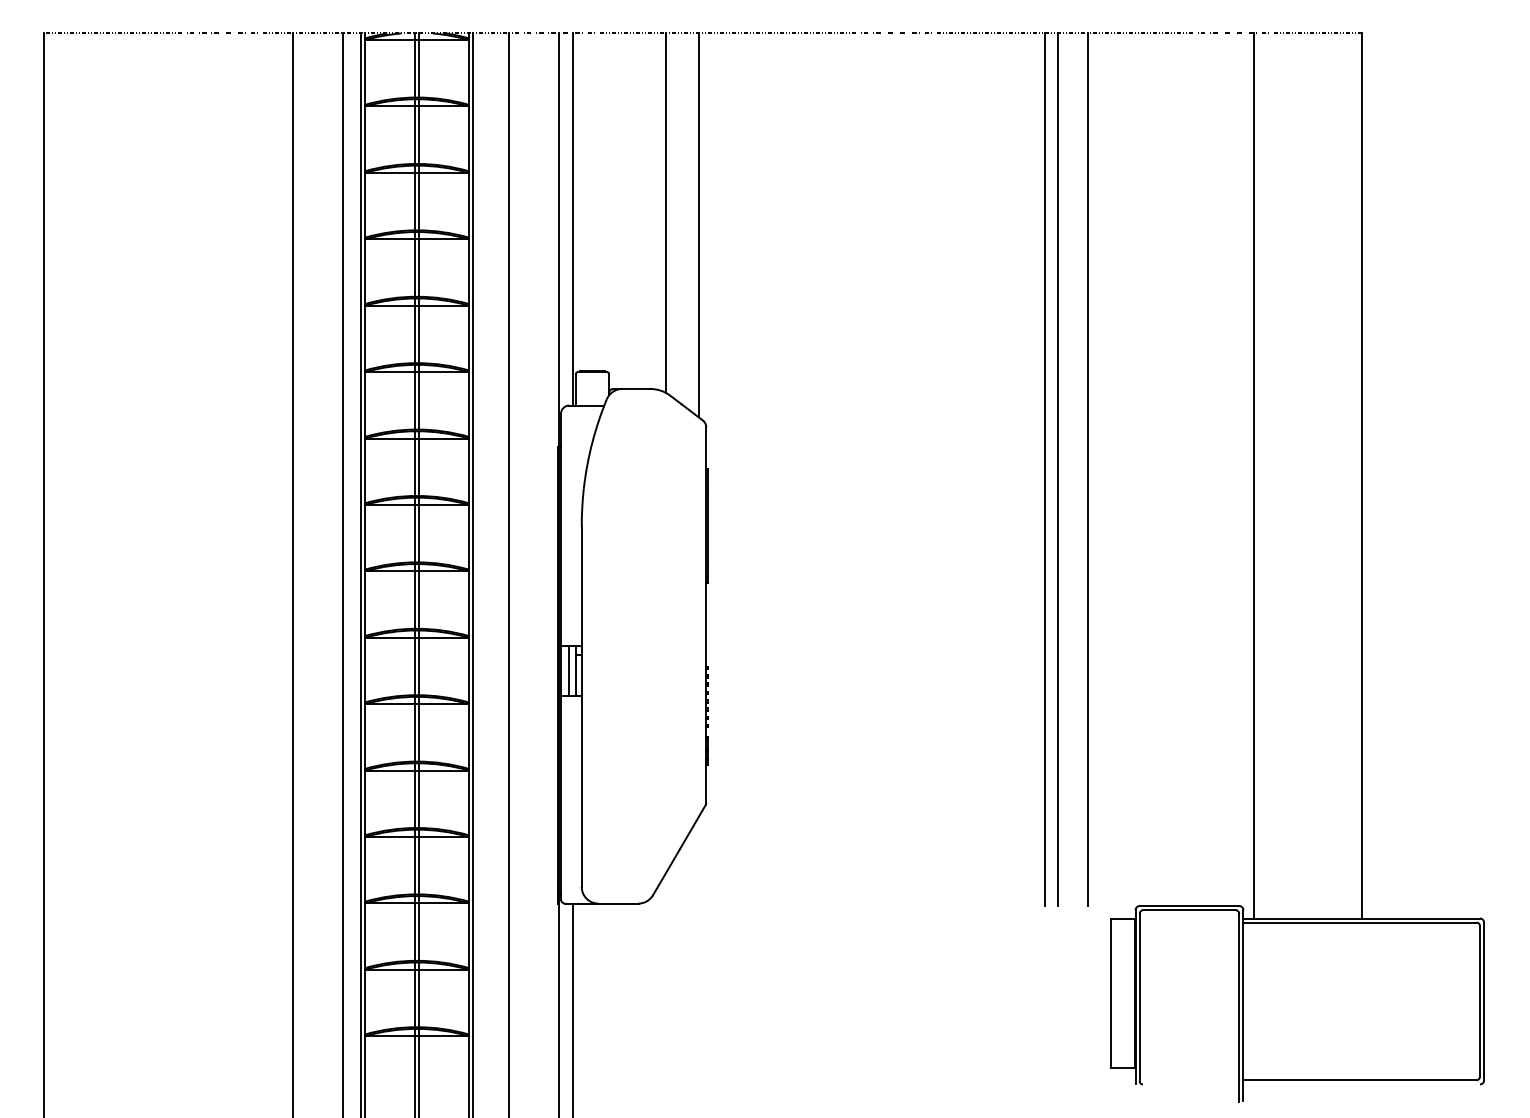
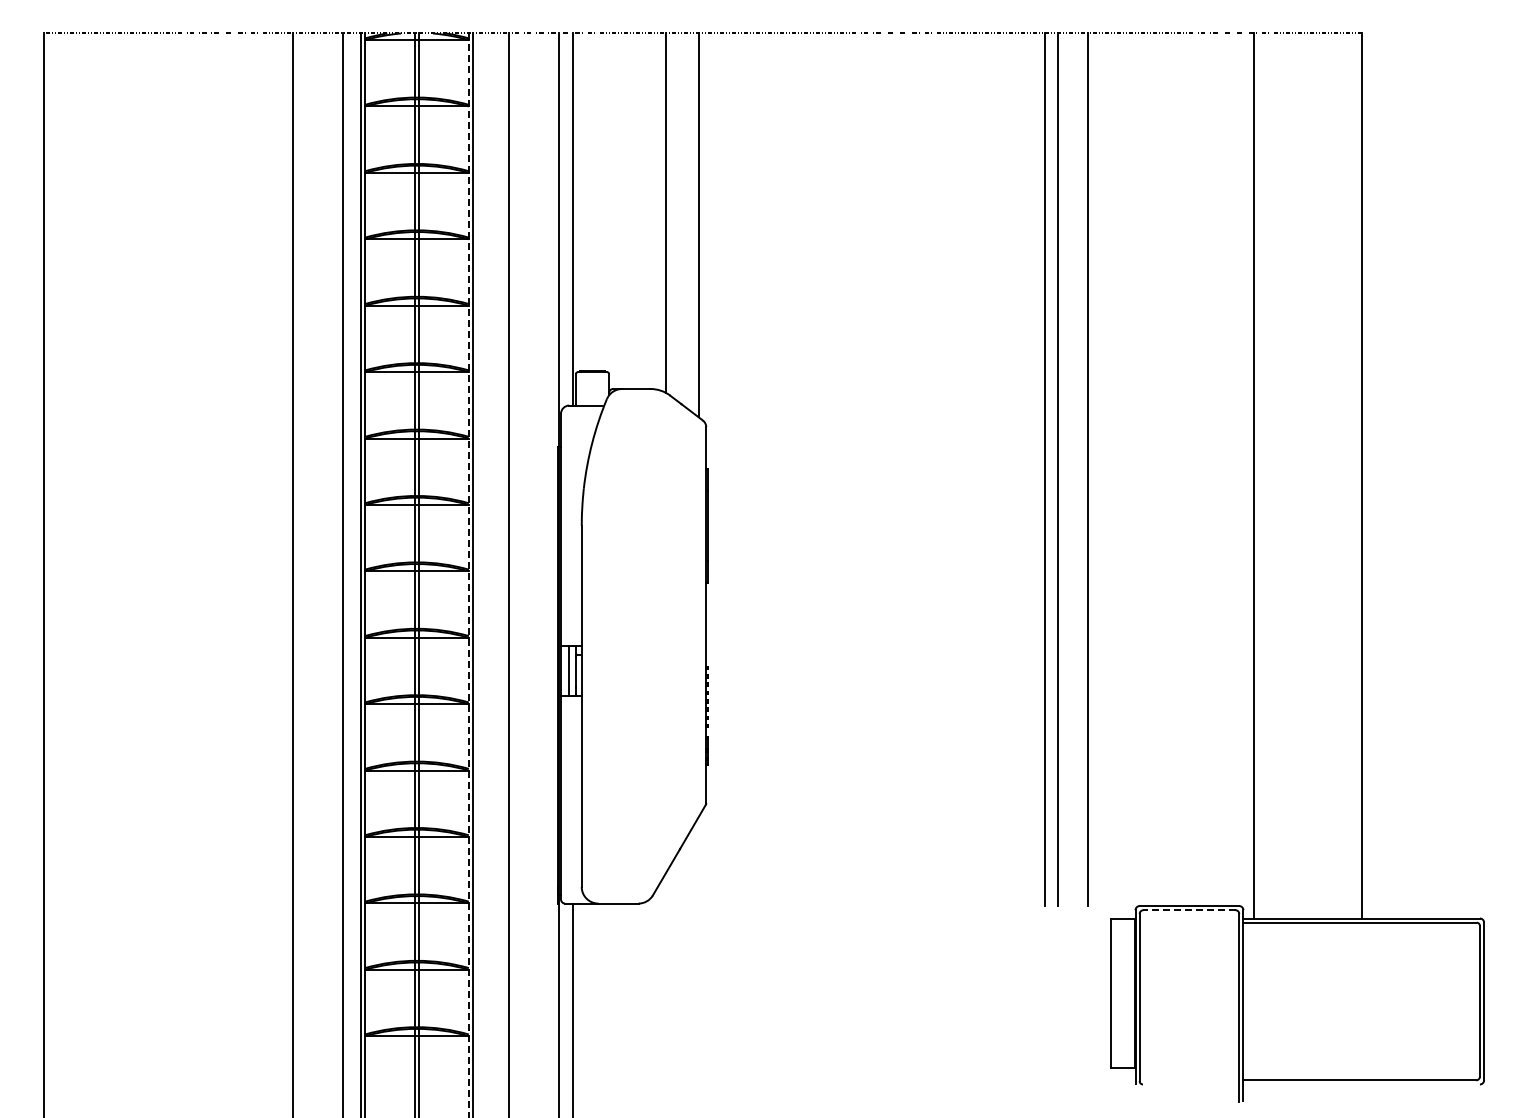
line at (468, 575): solid -> dashed
line at (1188, 910): solid -> dashed
